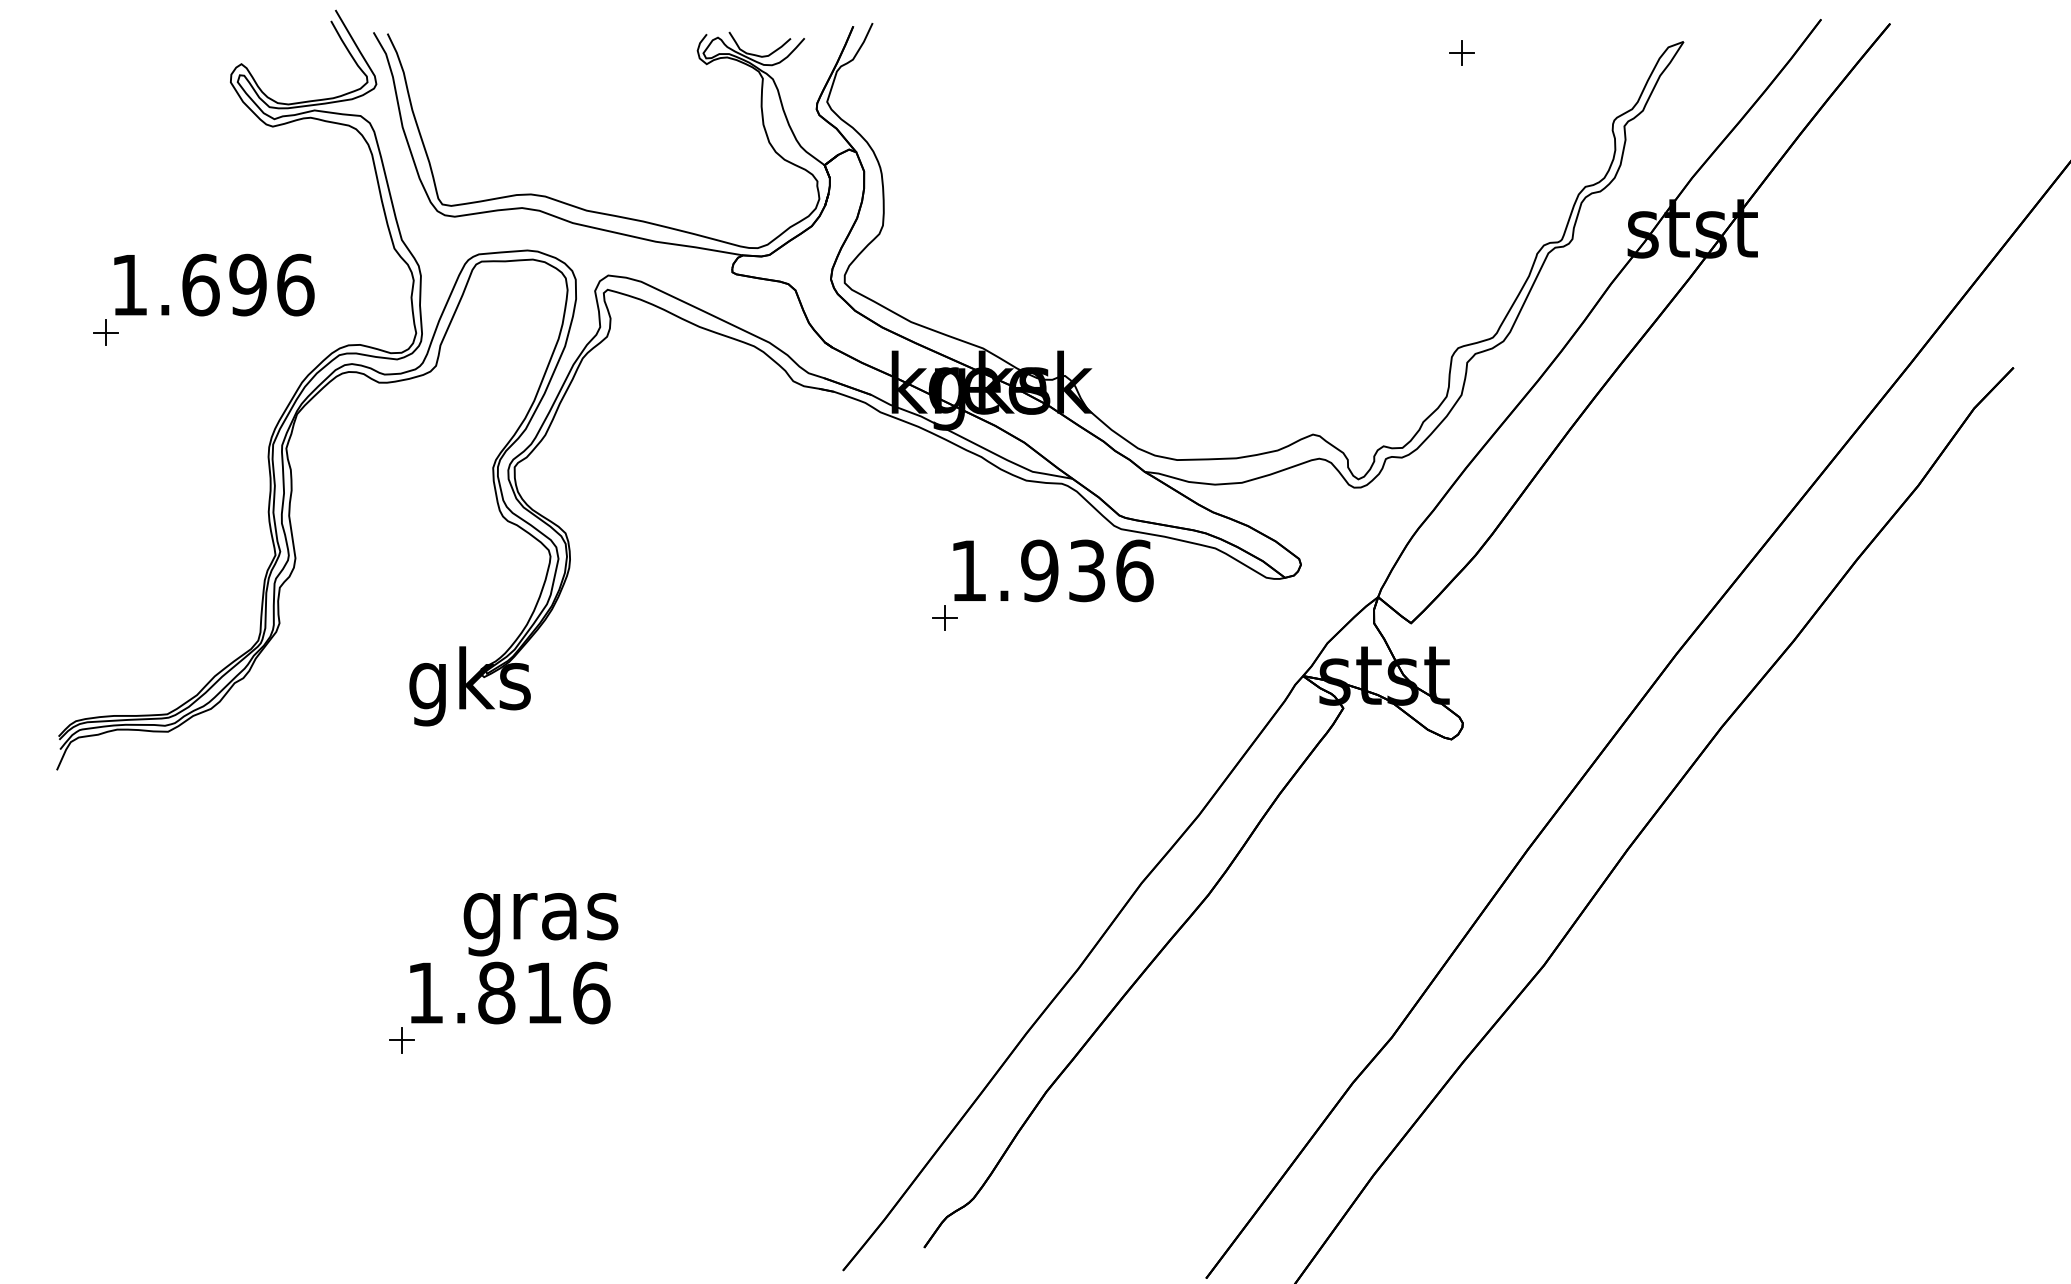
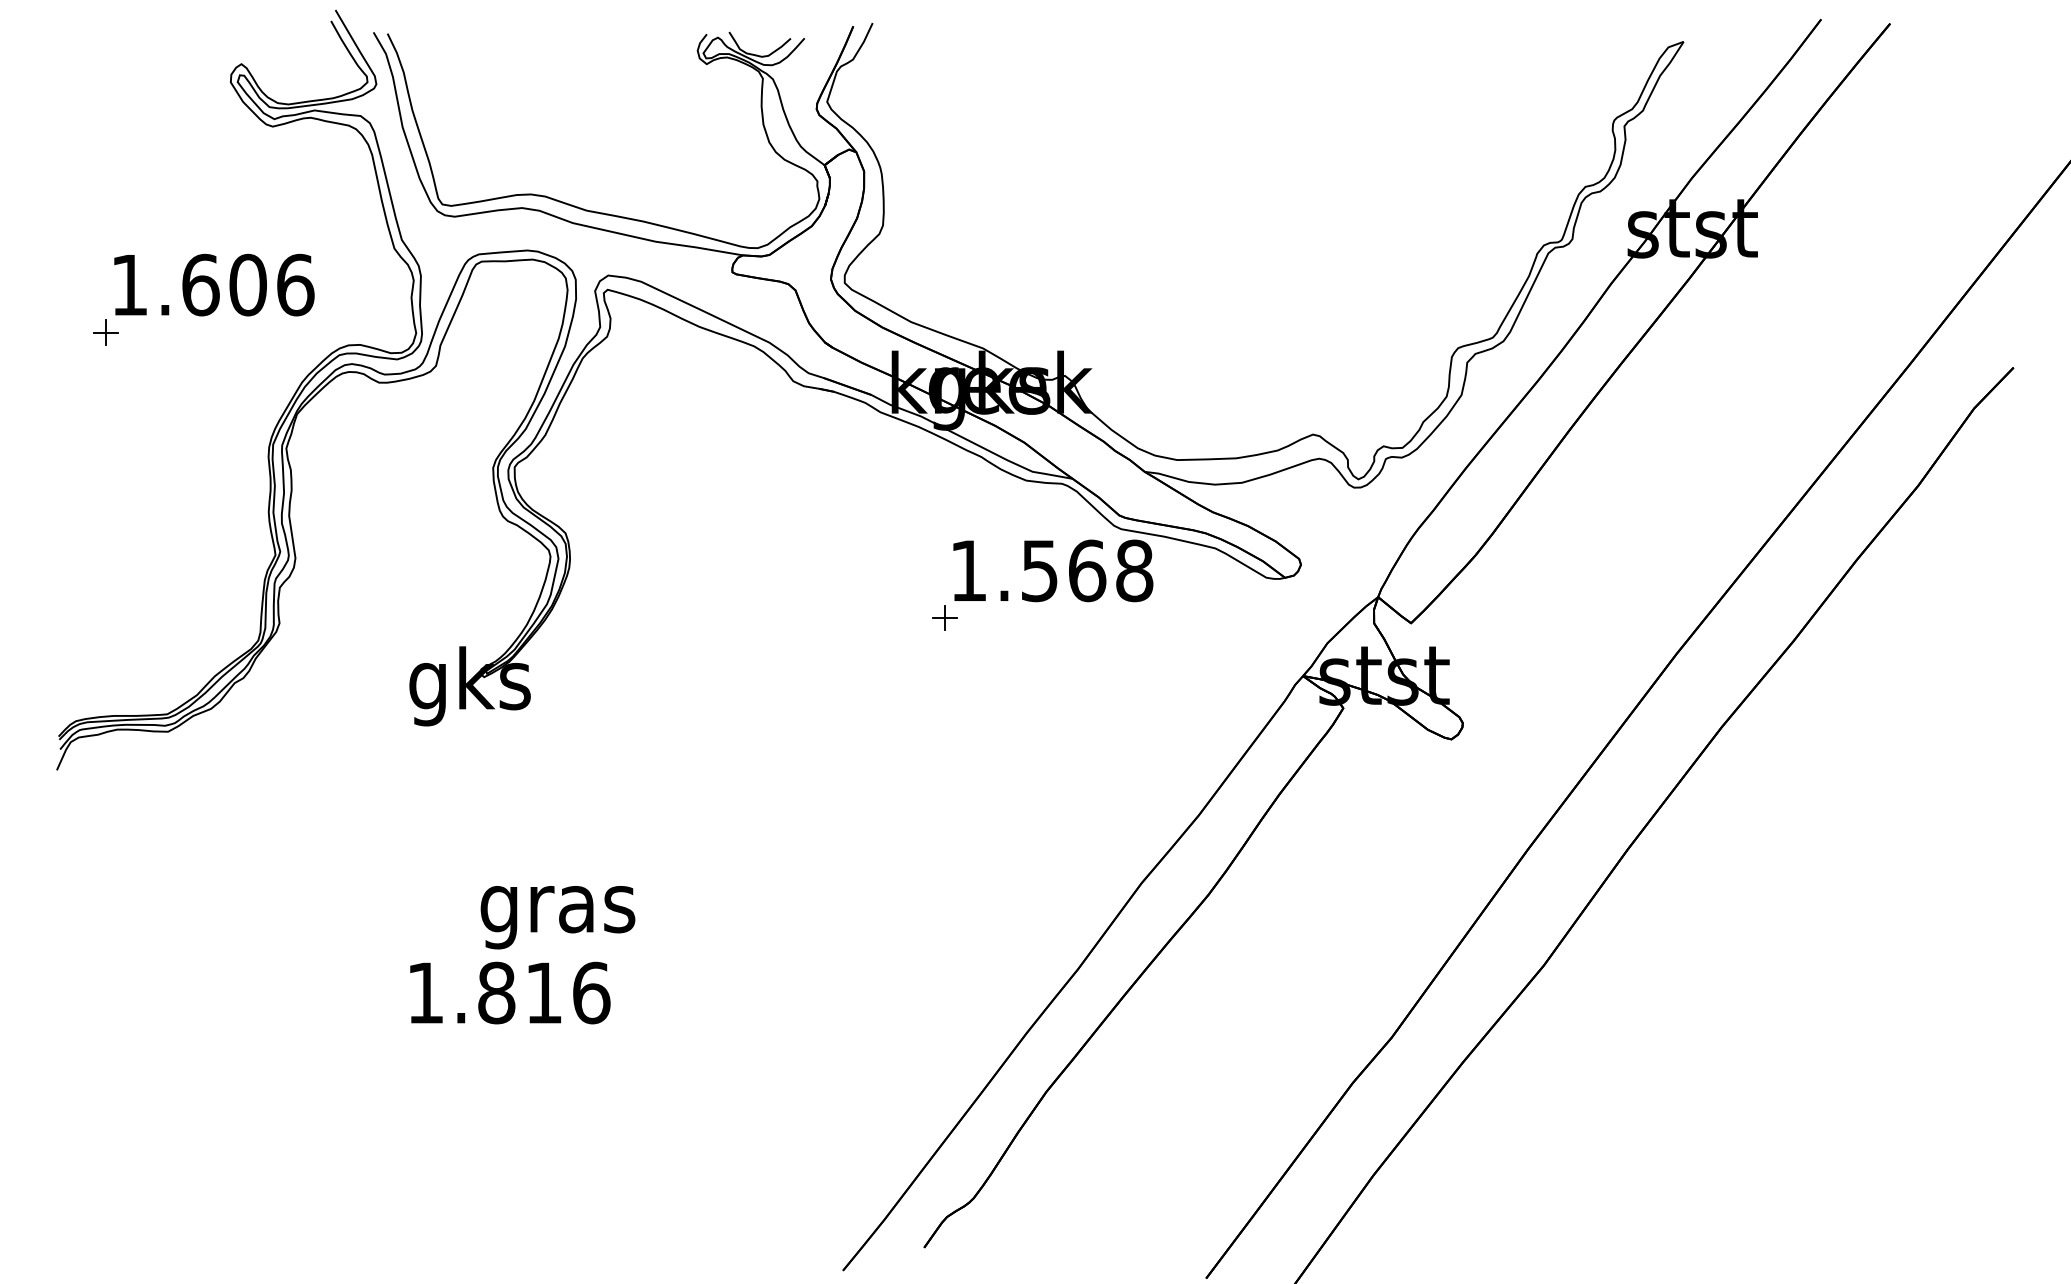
part at (1461, 52): present -> none
text at (247, 285): 1.696 -> 1.606
text at (1087, 570): 1.936 -> 1.568
text at (540, 924) position: (540, 924) -> (557, 917)
part at (401, 1040): present -> none
